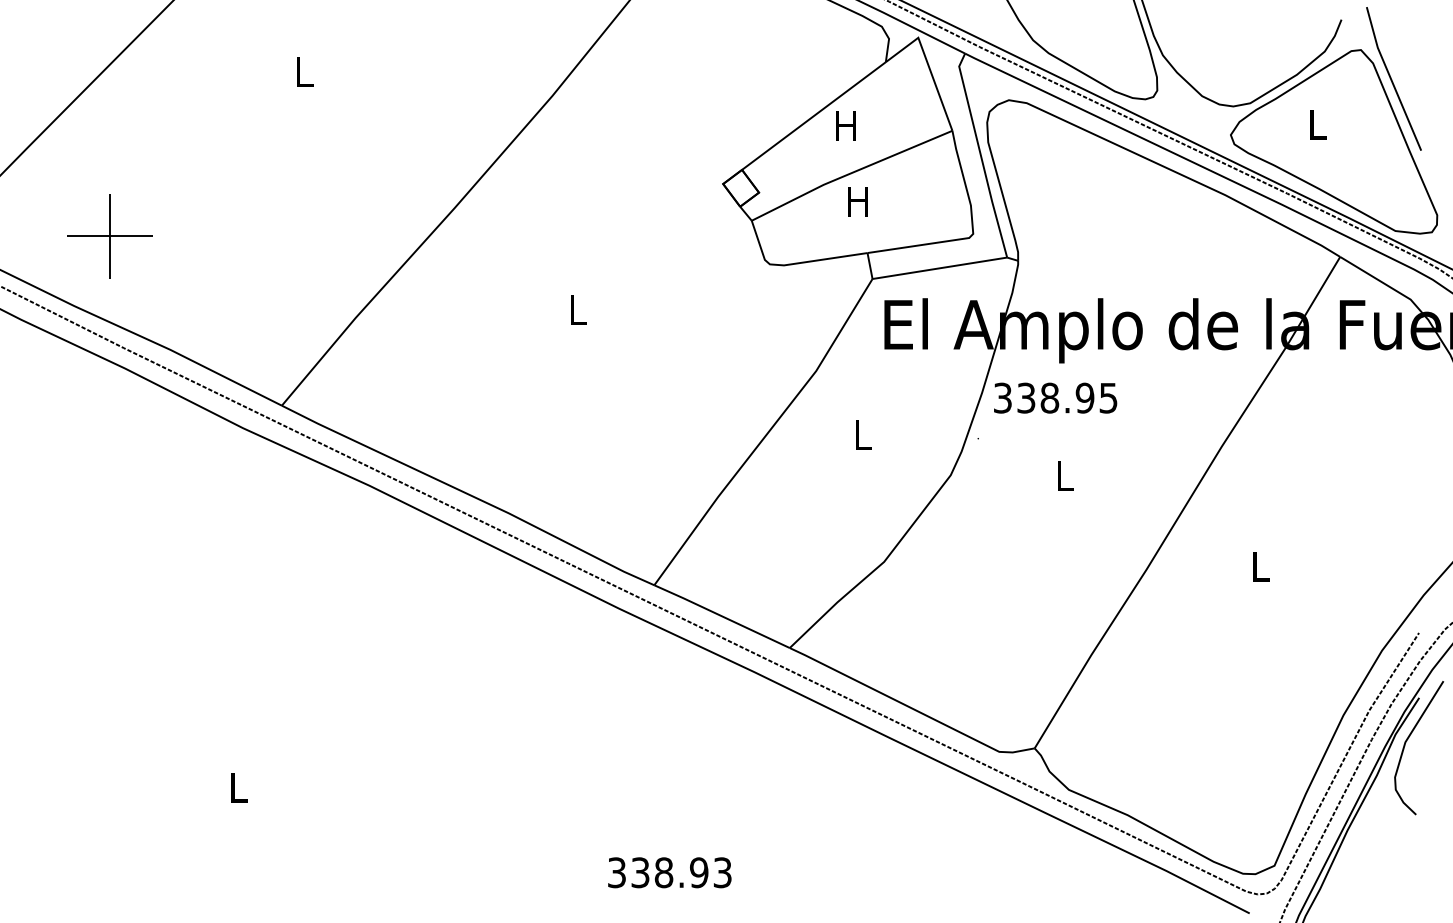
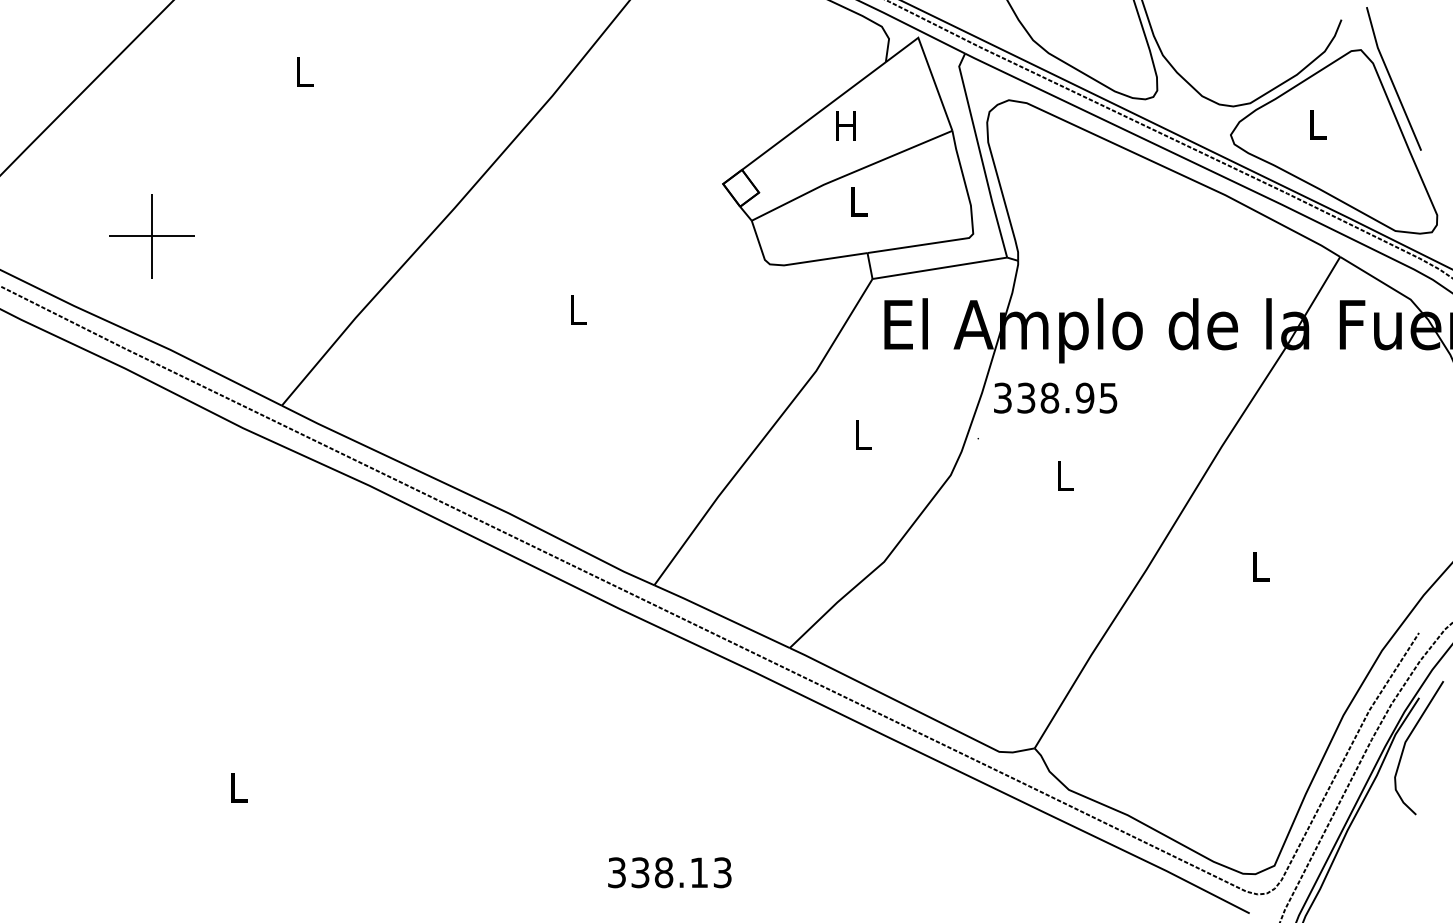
text at (857, 201): H -> L
part at (109, 236) position: (109, 236) -> (151, 236)
text at (699, 872): 338.93 -> 338.13
